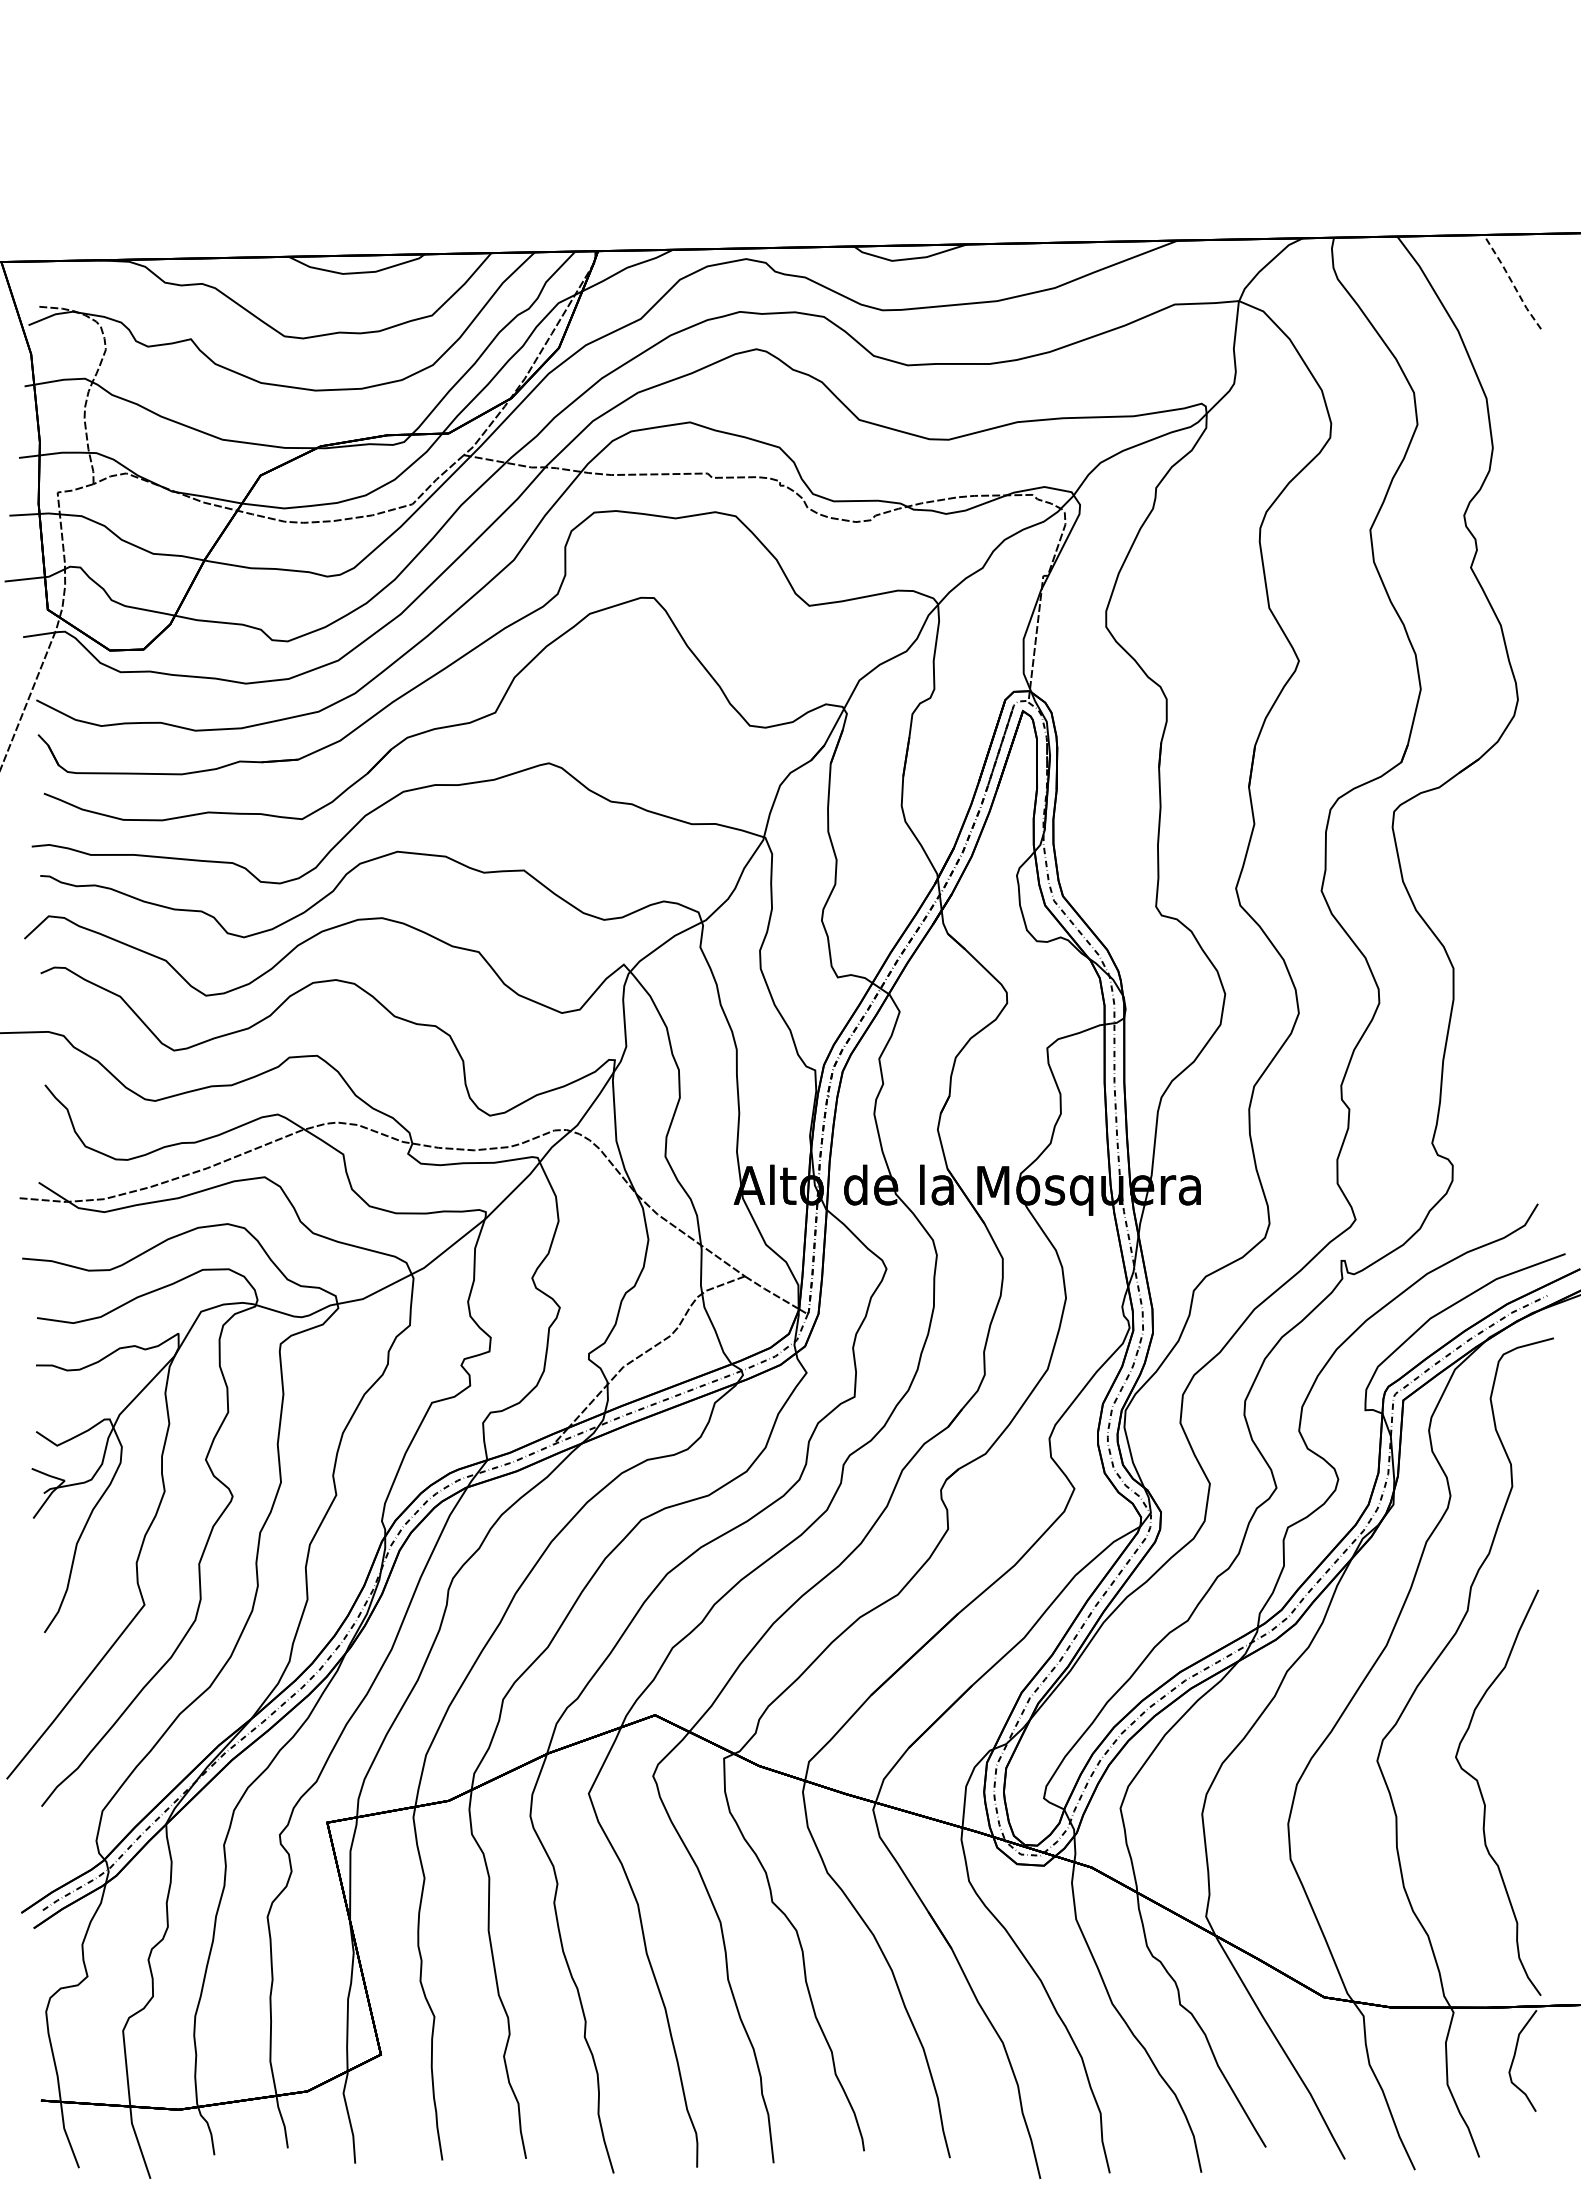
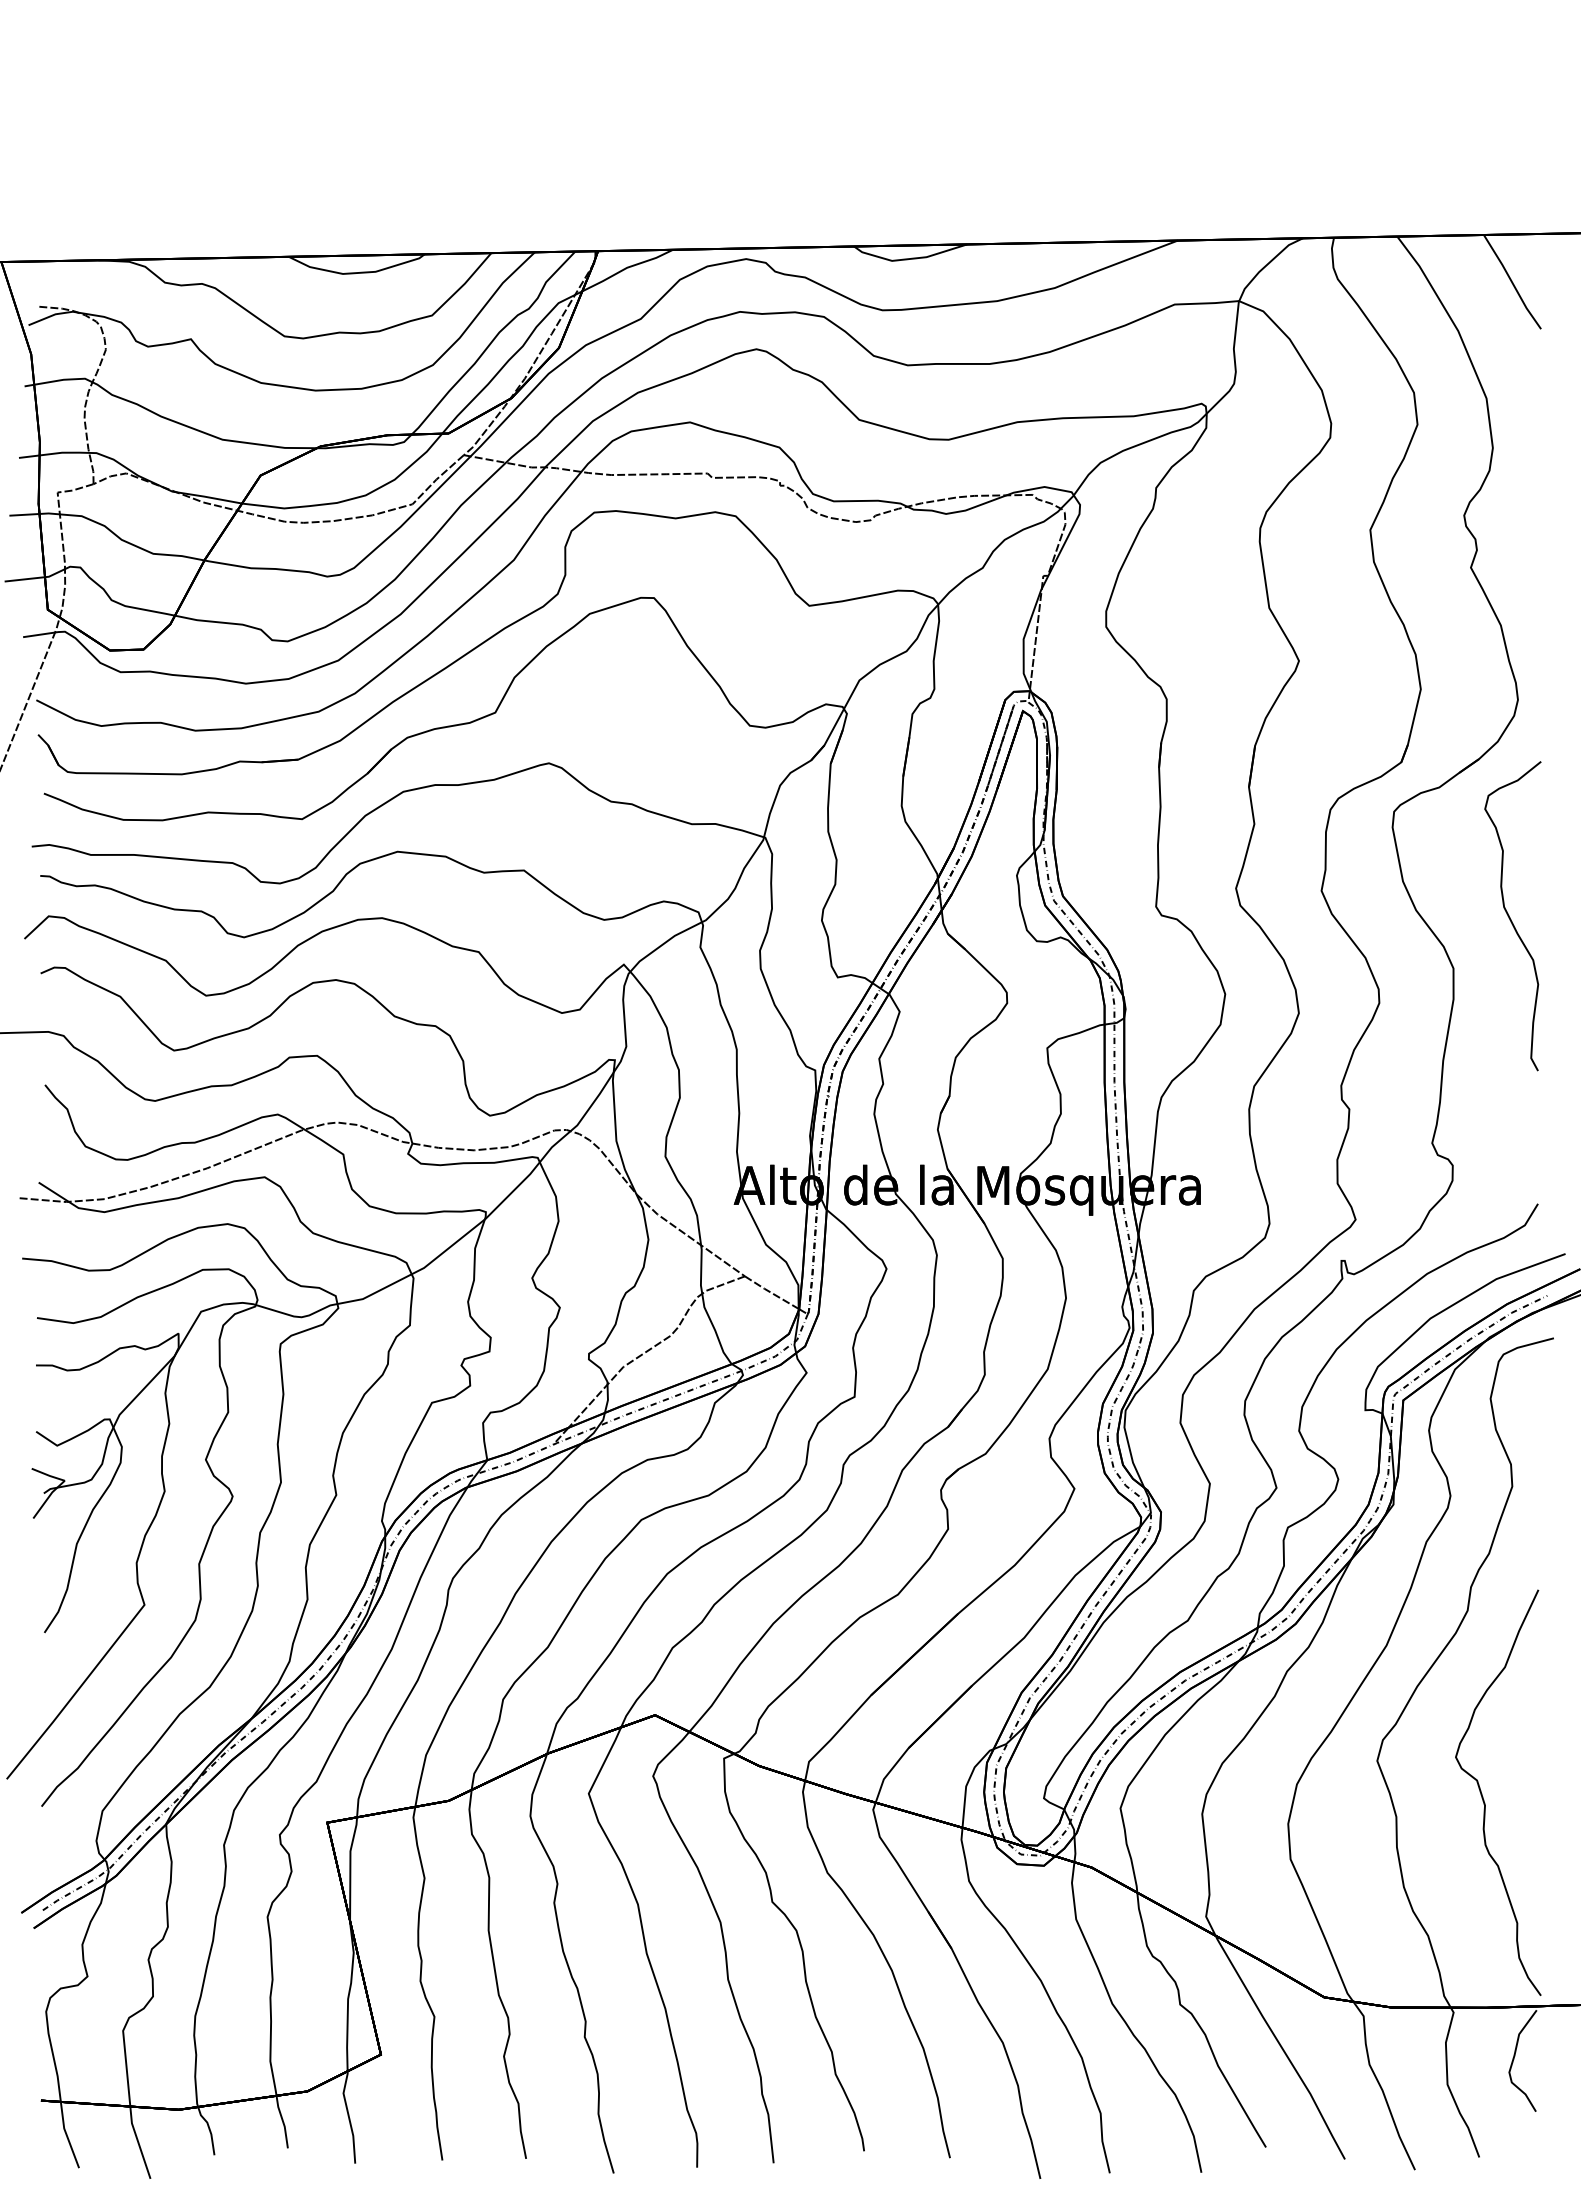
line at (1512, 282): dashed -> solid
curve at (1510, 917): none -> present
